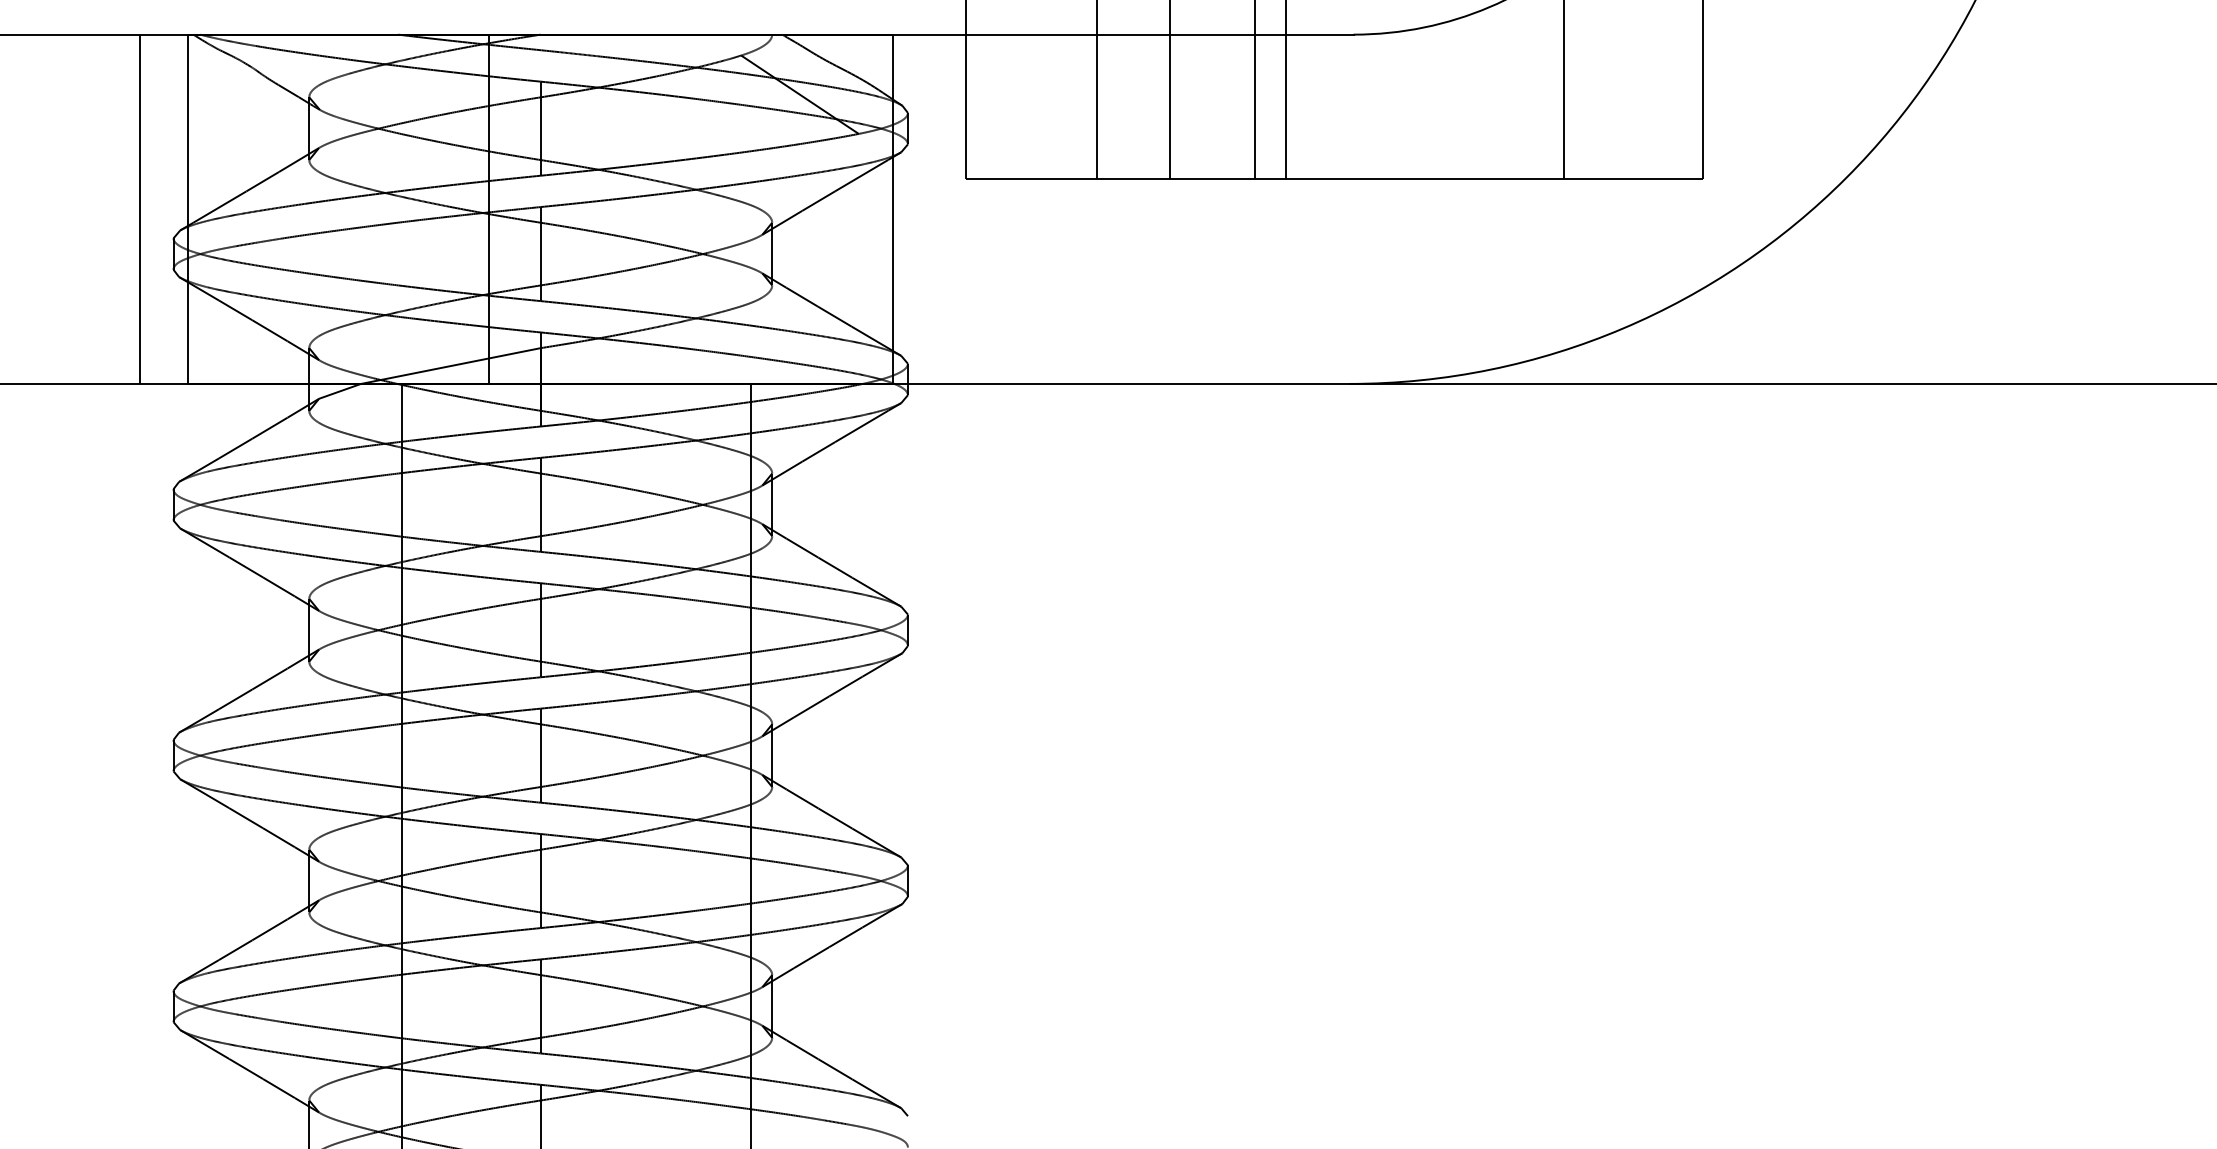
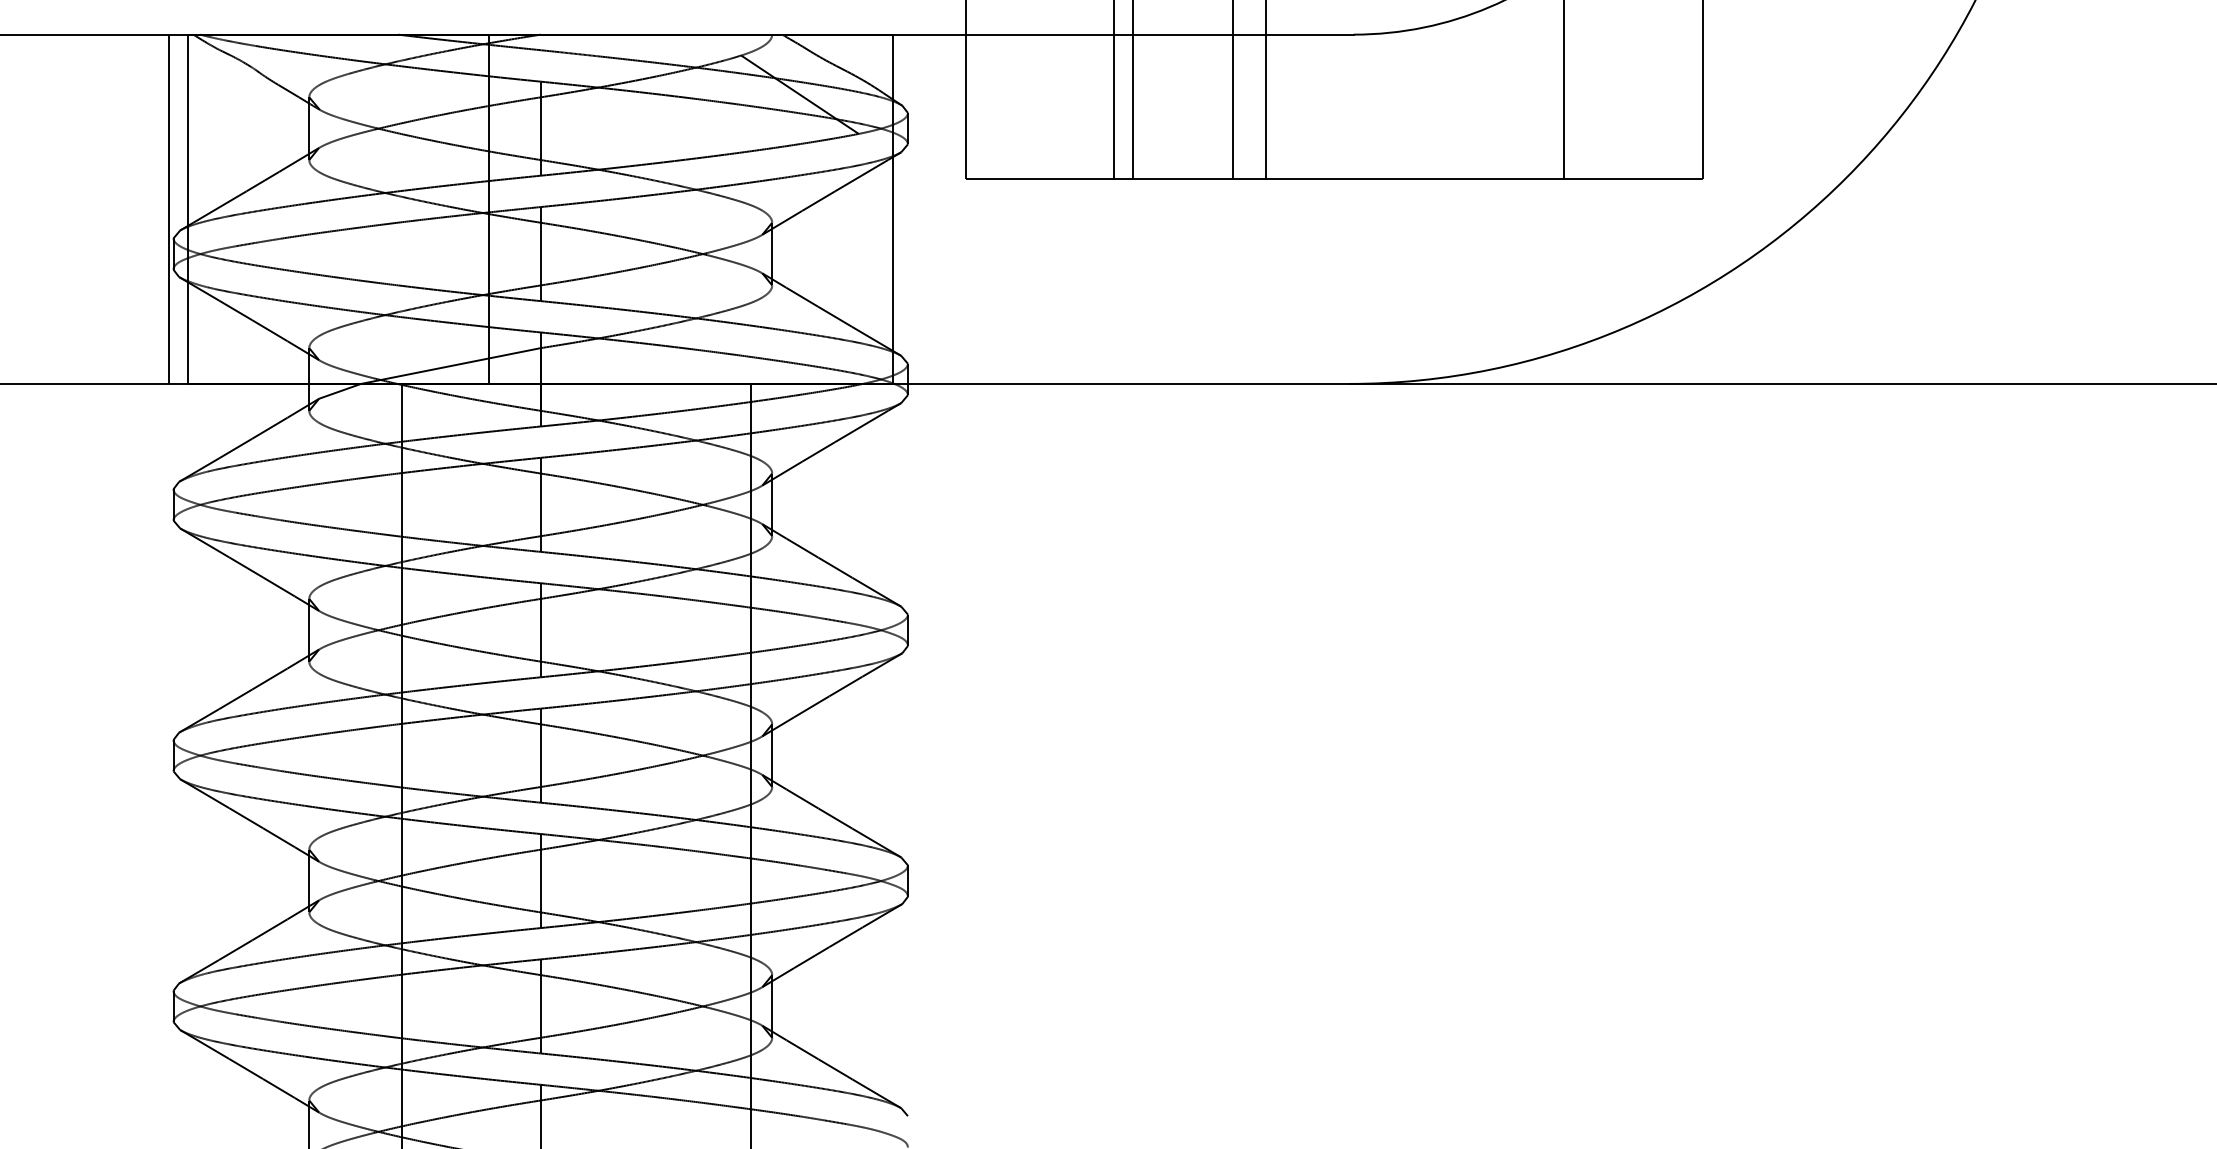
line at (1097, 90) position: (1097, 90) -> (1114, 90)
line at (1169, 90) position: (1169, 90) -> (1132, 90)
line at (1255, 90) position: (1255, 90) -> (1233, 90)
line at (1286, 90) position: (1286, 90) -> (1266, 90)
line at (139, 208) position: (139, 208) -> (168, 208)
